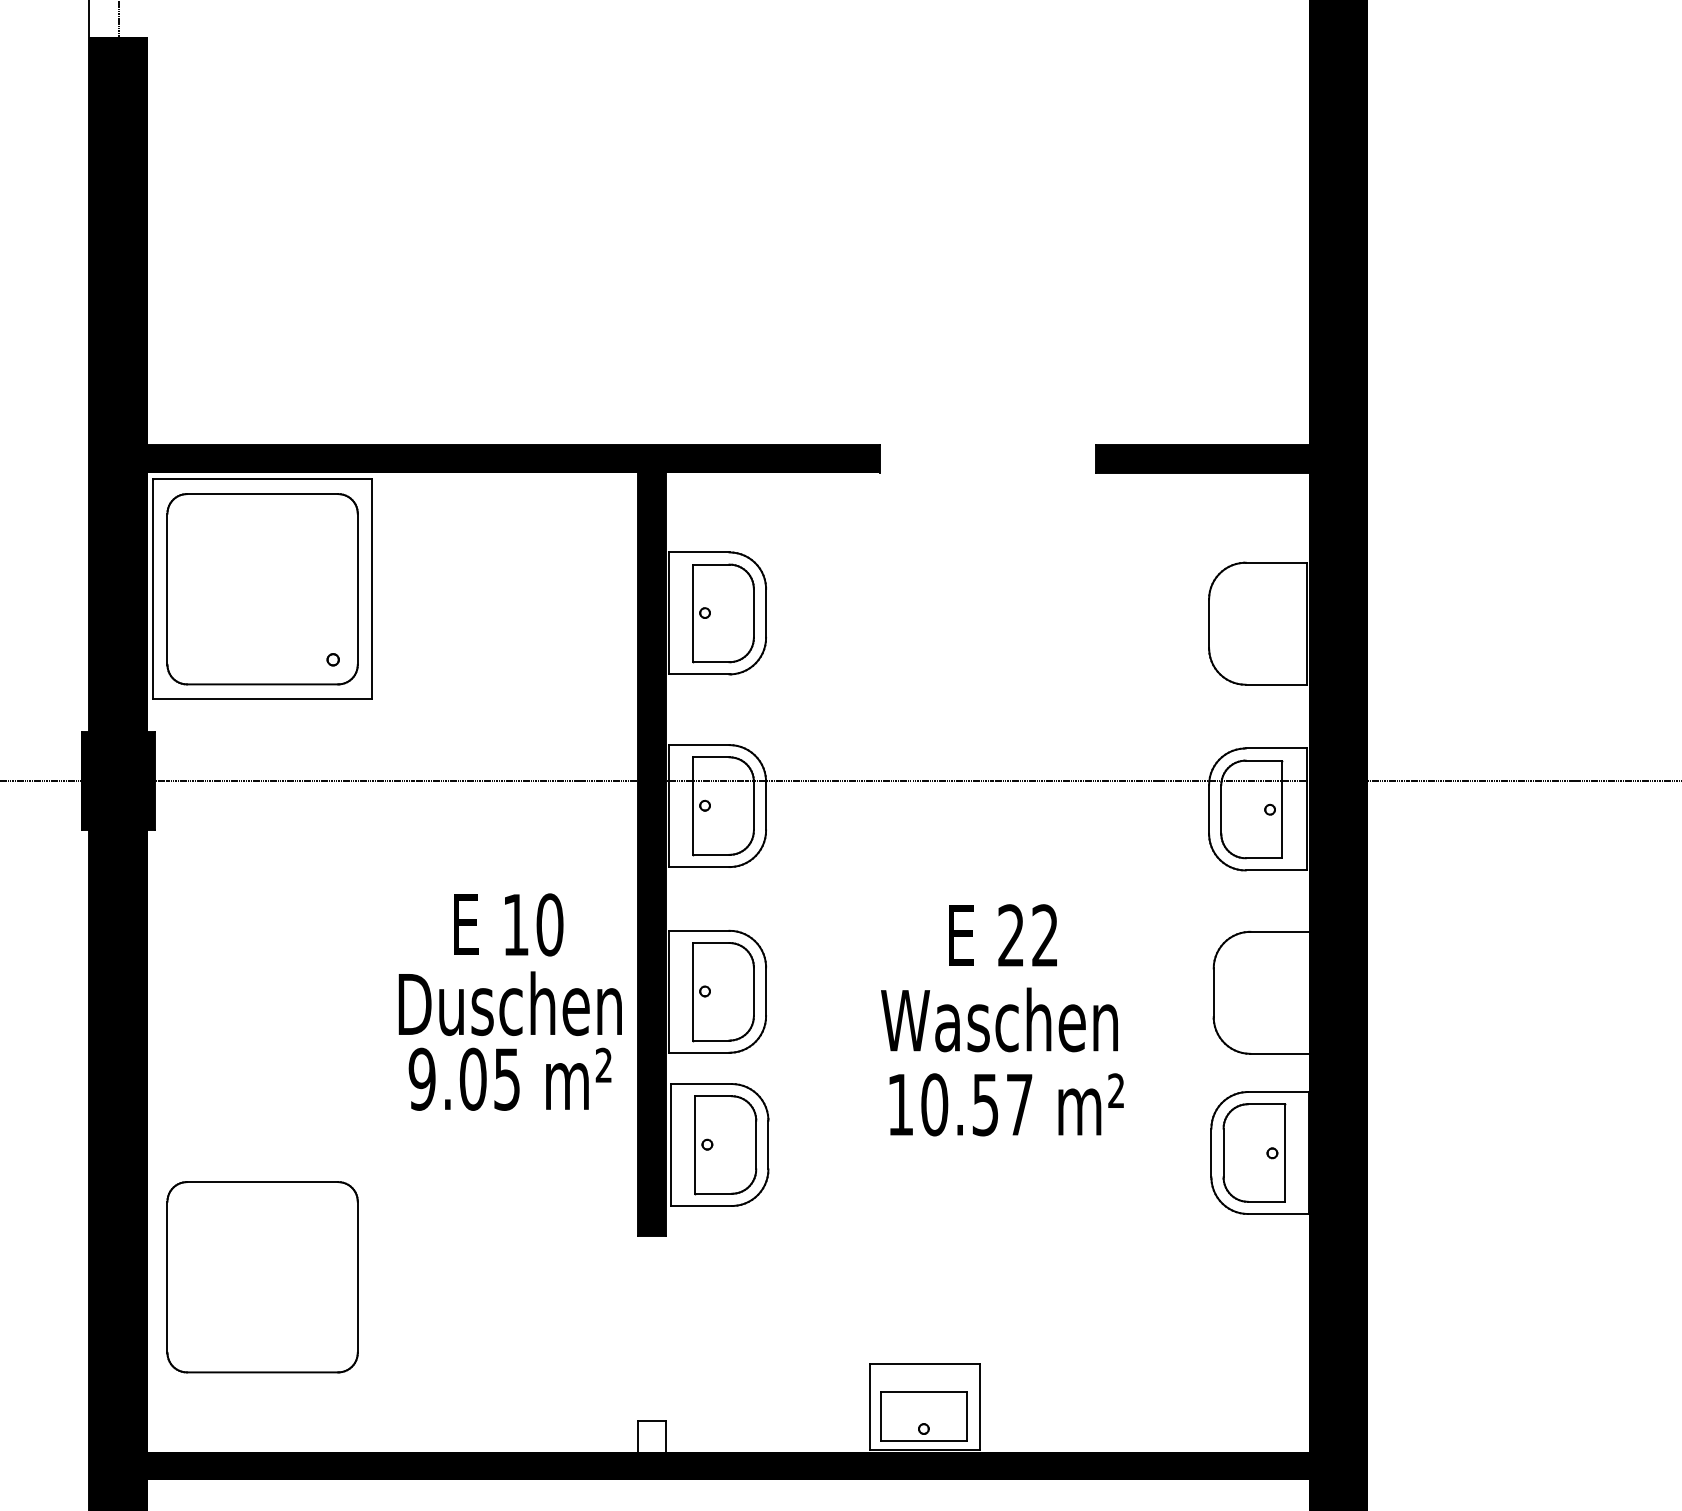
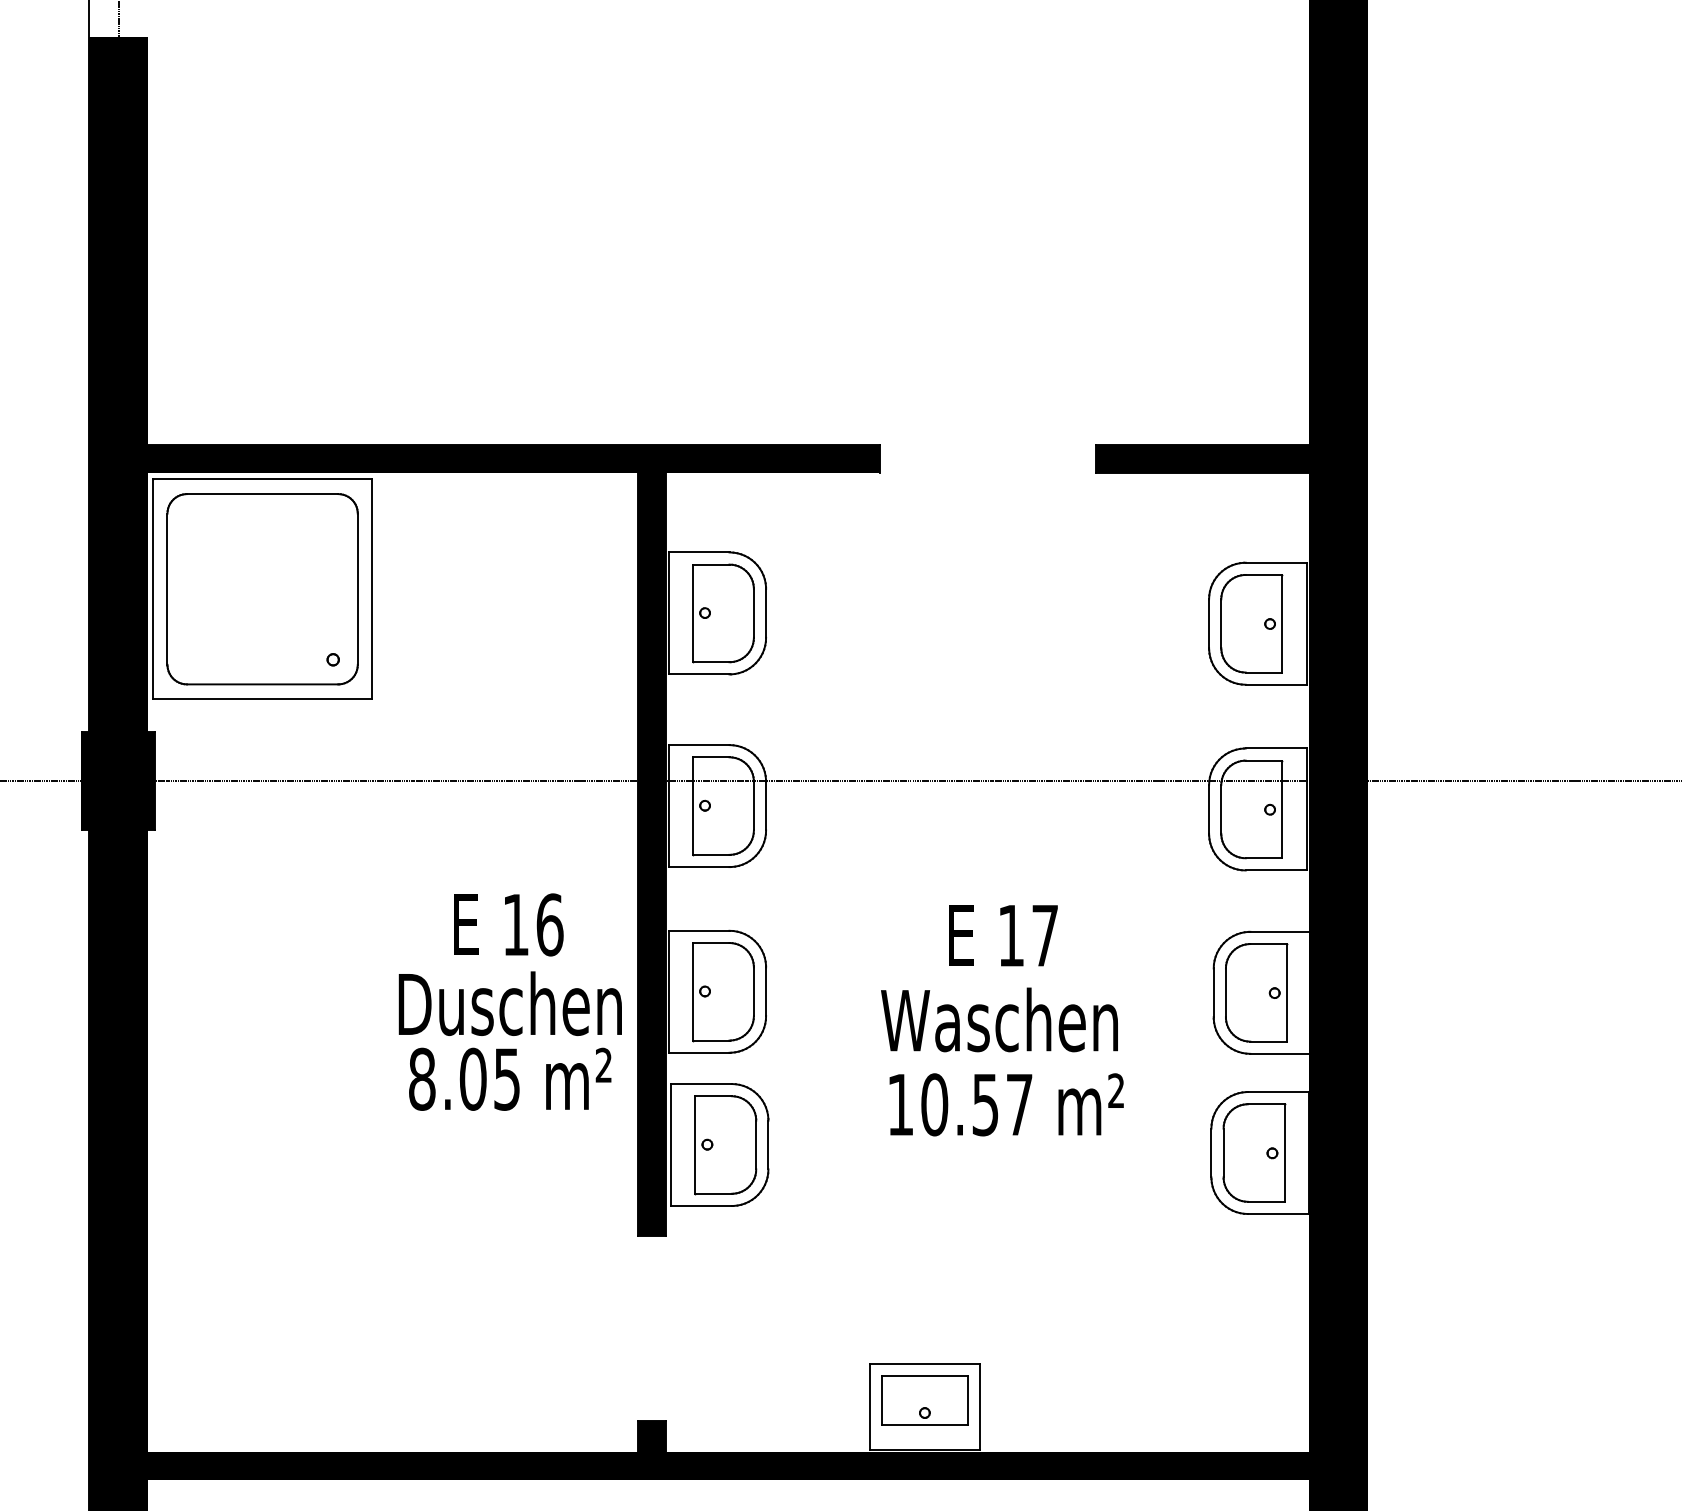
part at (1251, 623): none -> present
text at (549, 924): 10 -> 16
text at (1027, 935): 22 -> 17
part at (1256, 992): none -> present
text at (421, 1078): 9.05 -> 8.05
part at (262, 1277): present -> none
part at (923, 1416) position: (923, 1416) -> (924, 1400)
fill at (652, 1436): none -> present
